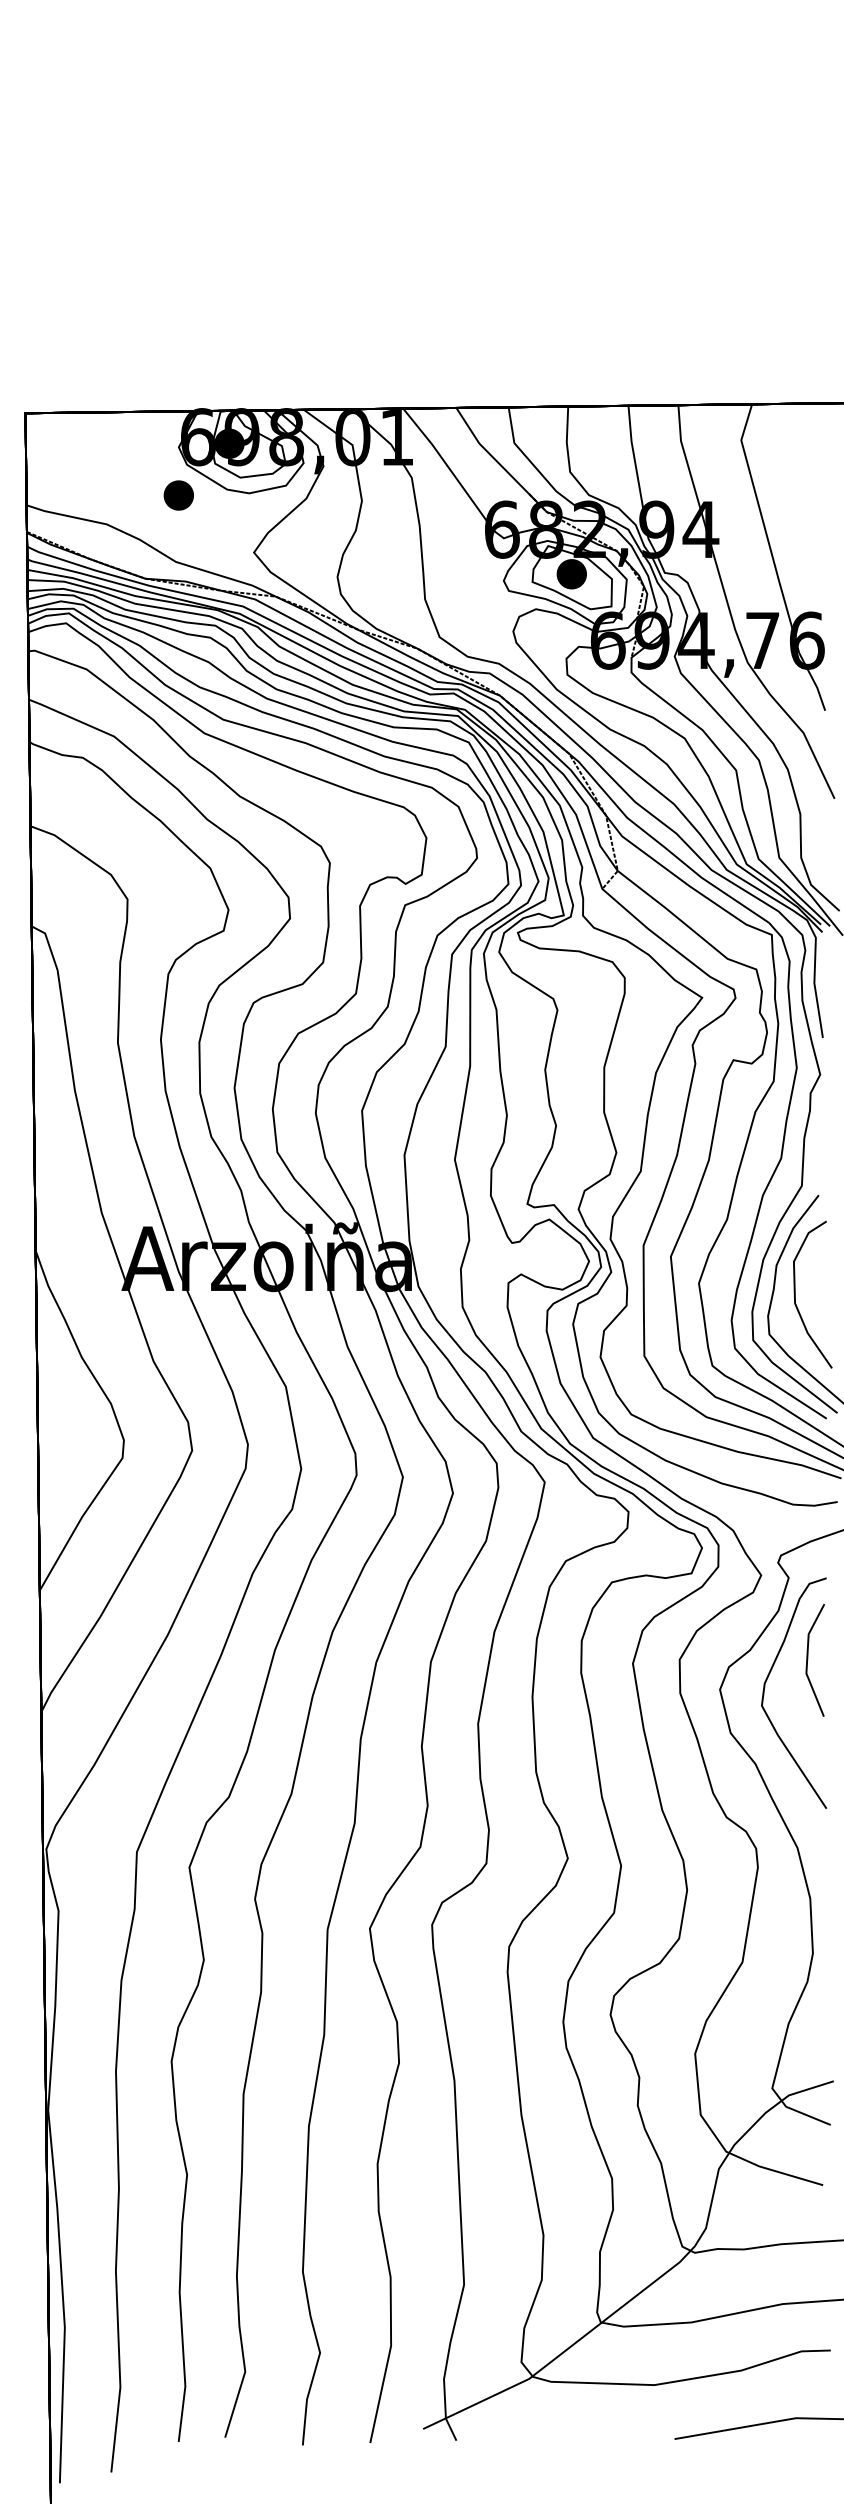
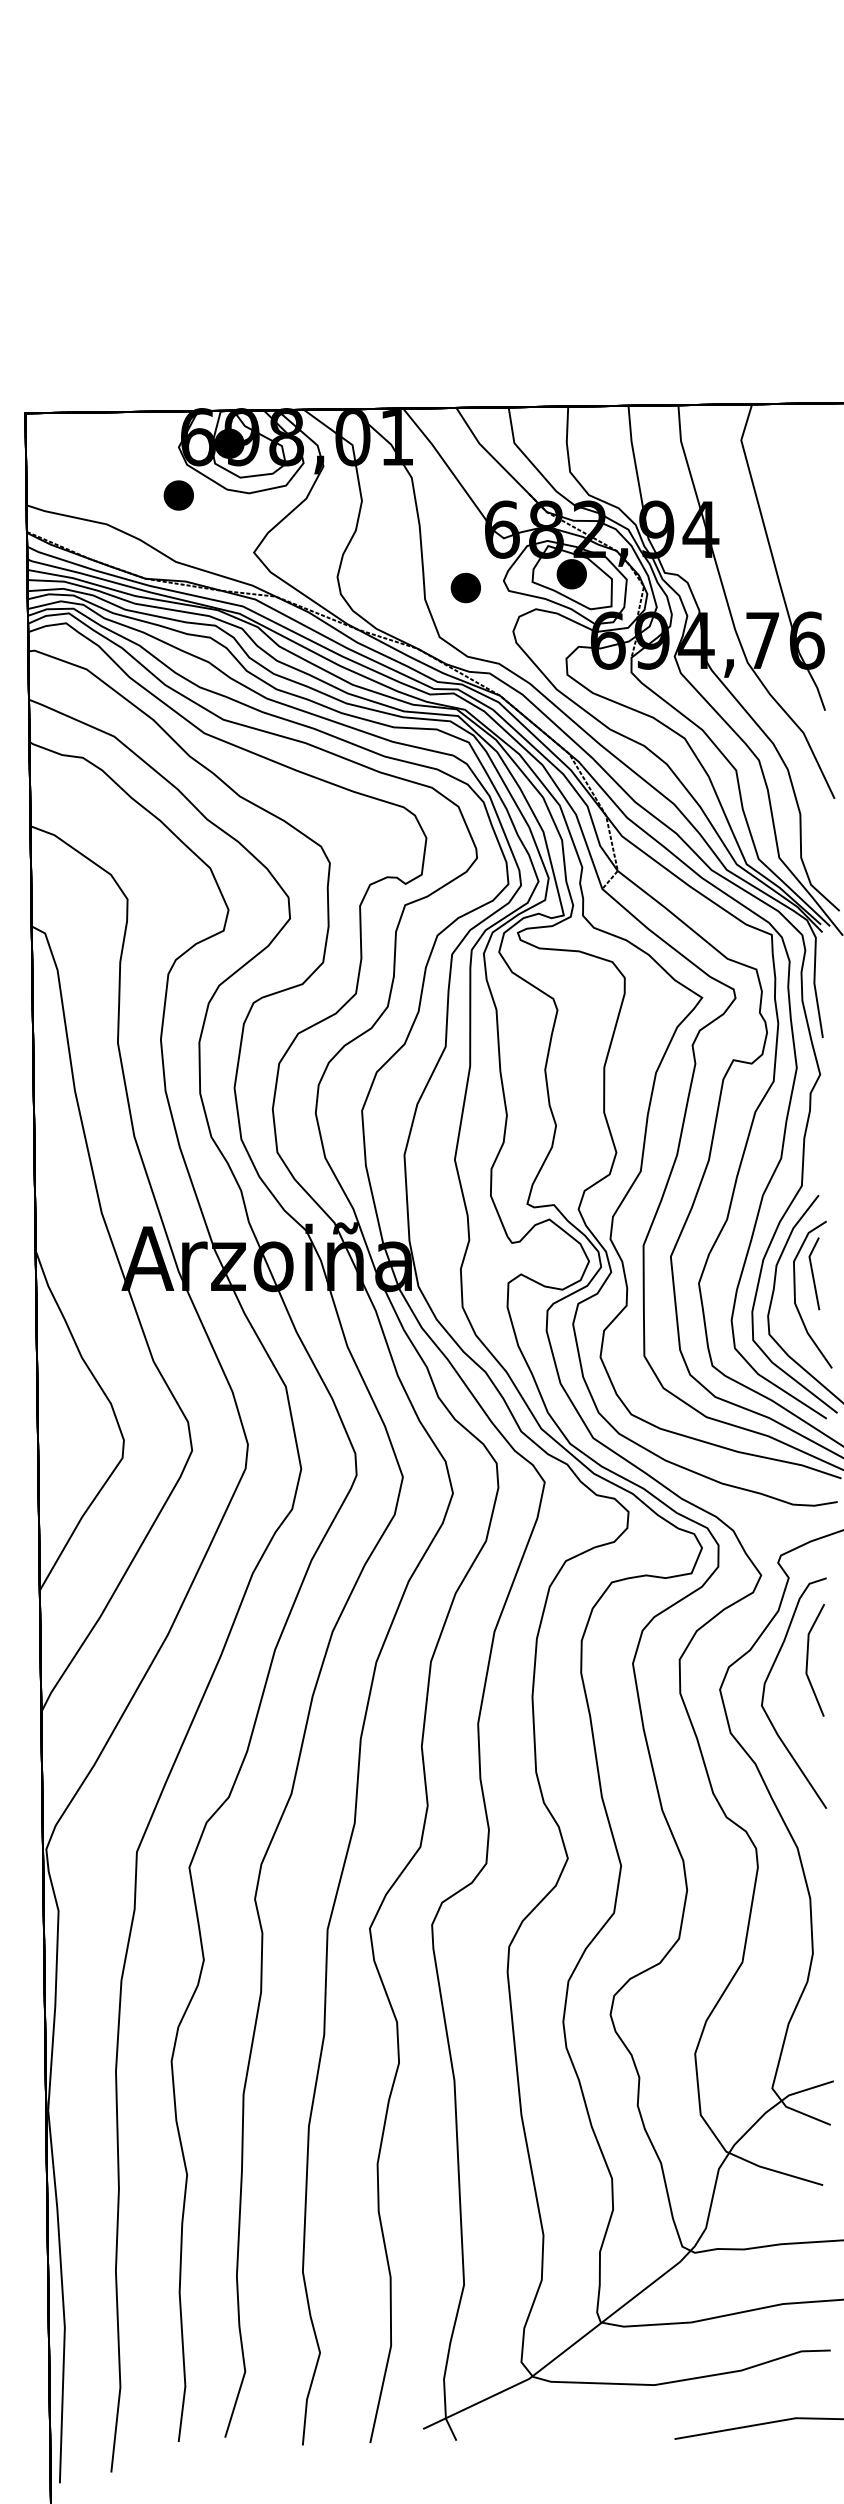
part at (465, 587): none -> present
line at (813, 1273): none -> present
